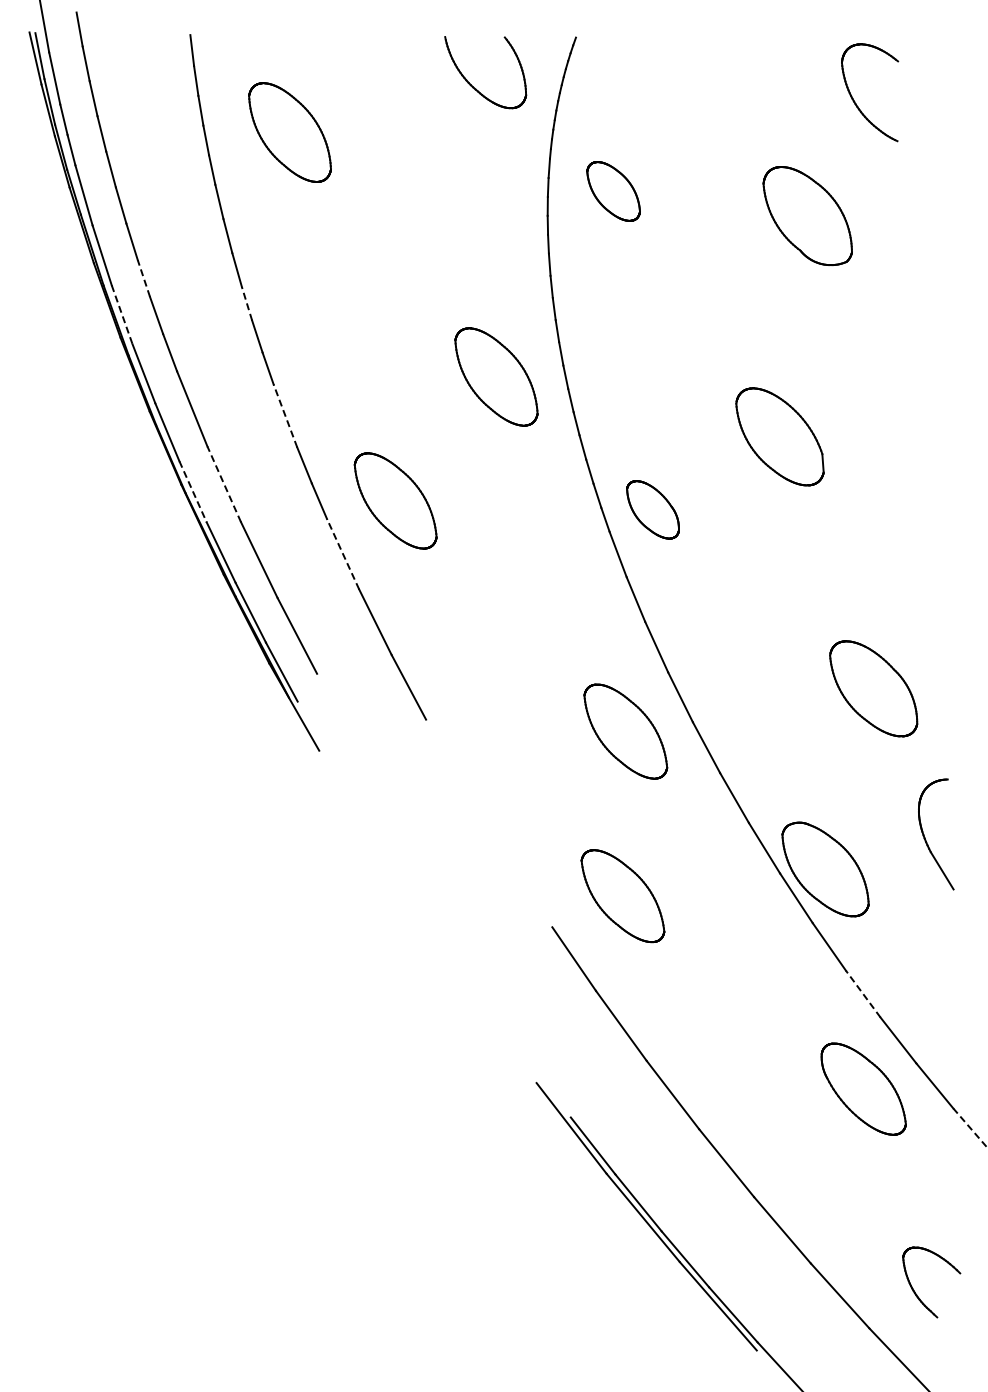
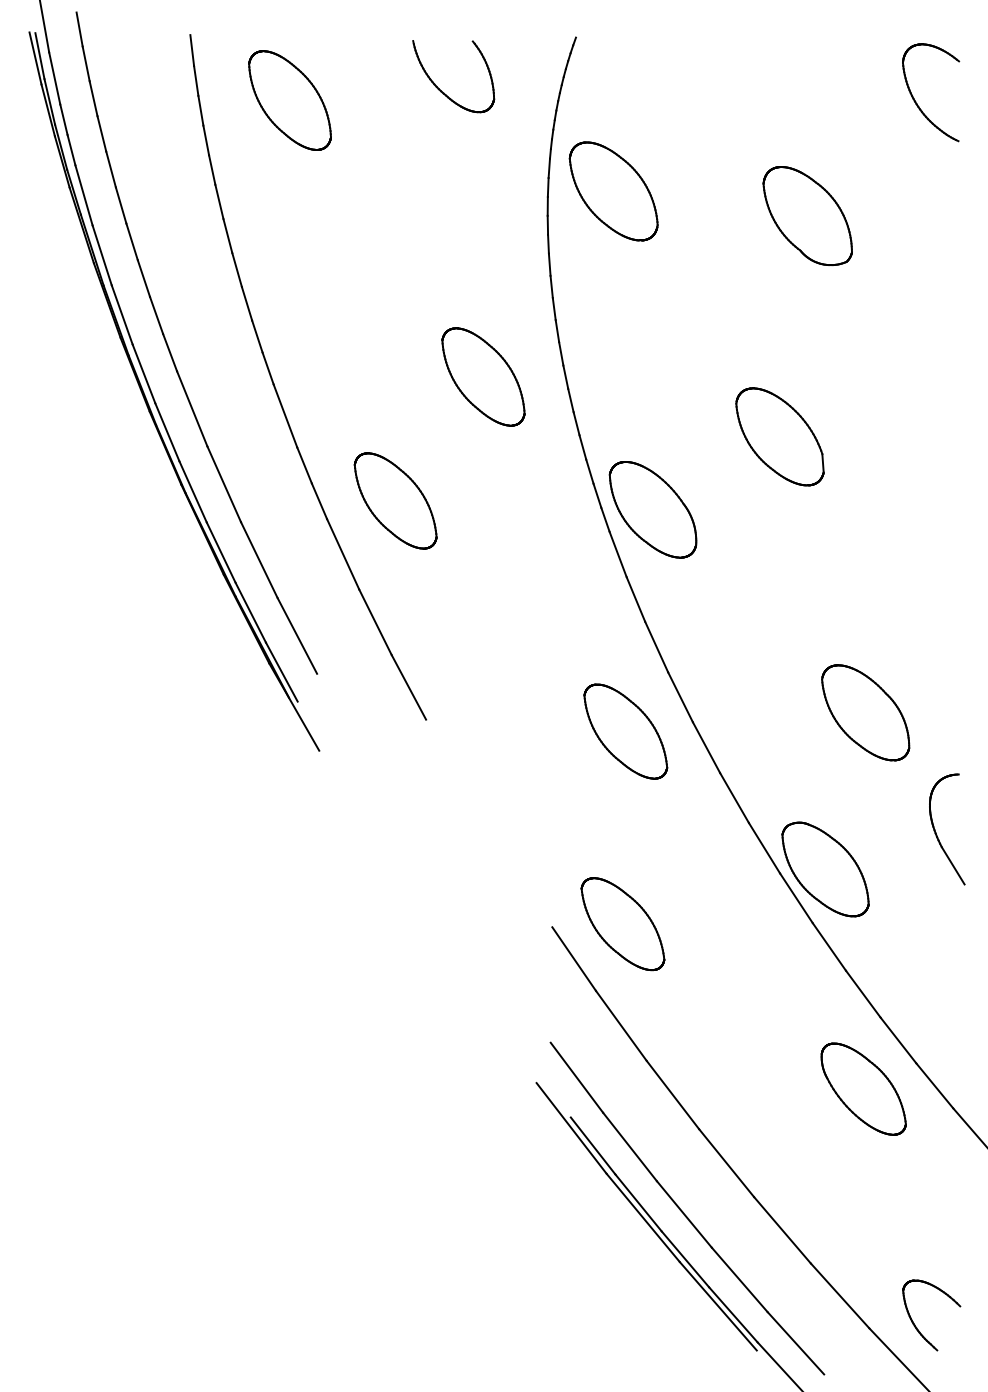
part at (476, 88) position: (476, 88) -> (444, 92)
part at (855, 101) position: (855, 101) -> (916, 101)
part at (289, 132) position: (289, 132) -> (289, 100)
part at (613, 191) size: 55x61 px -> 91x101 px
line at (143, 278): dashed -> solid
line at (247, 303): dashed -> solid
line at (122, 315): dashed -> solid
part at (496, 376) position: (496, 376) -> (483, 376)
line at (285, 416): dashed -> solid
line at (224, 483): dashed -> solid
line at (193, 491): dashed -> solid
part at (652, 509) size: 54x60 px -> 90x98 px
line at (343, 554): dashed -> solid
part at (873, 688) position: (873, 688) -> (865, 712)
part at (925, 837) position: (925, 837) -> (936, 832)
part at (622, 896) position: (622, 896) -> (622, 924)
line at (863, 993): dashed -> solid
line at (970, 1128): dashed -> solid
part at (687, 1208): none -> present
part at (915, 1291) position: (915, 1291) -> (915, 1324)
